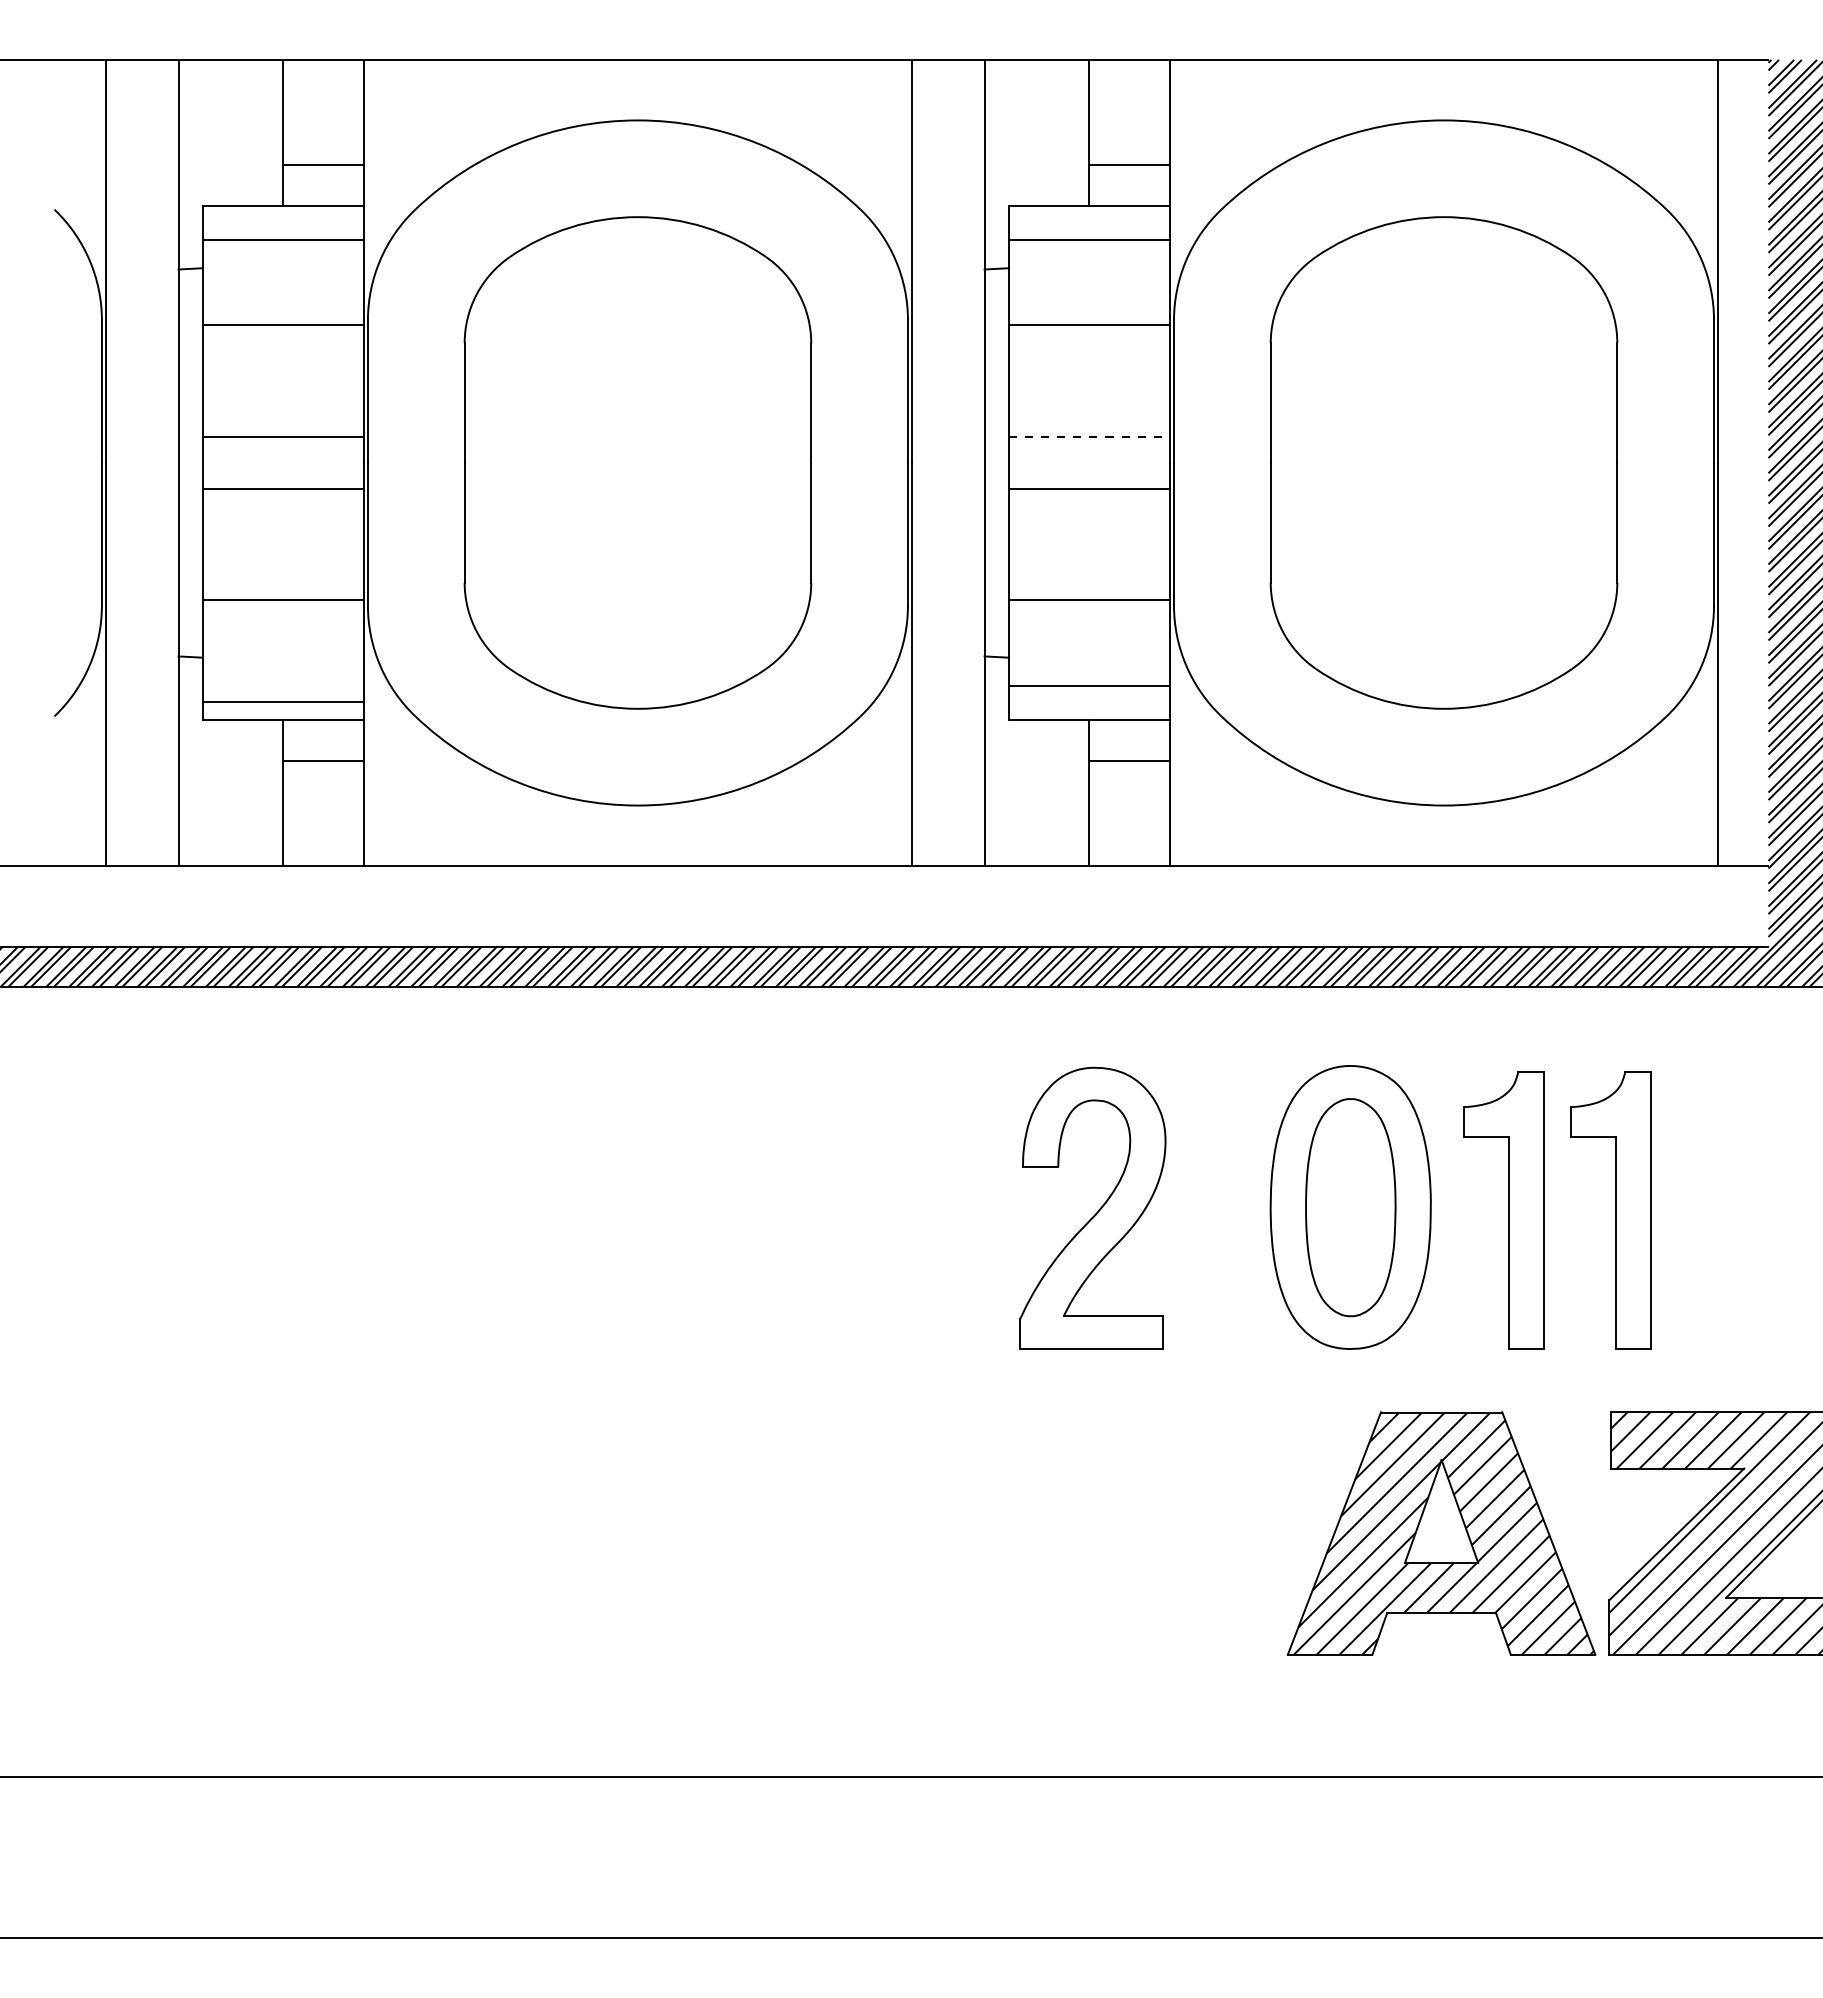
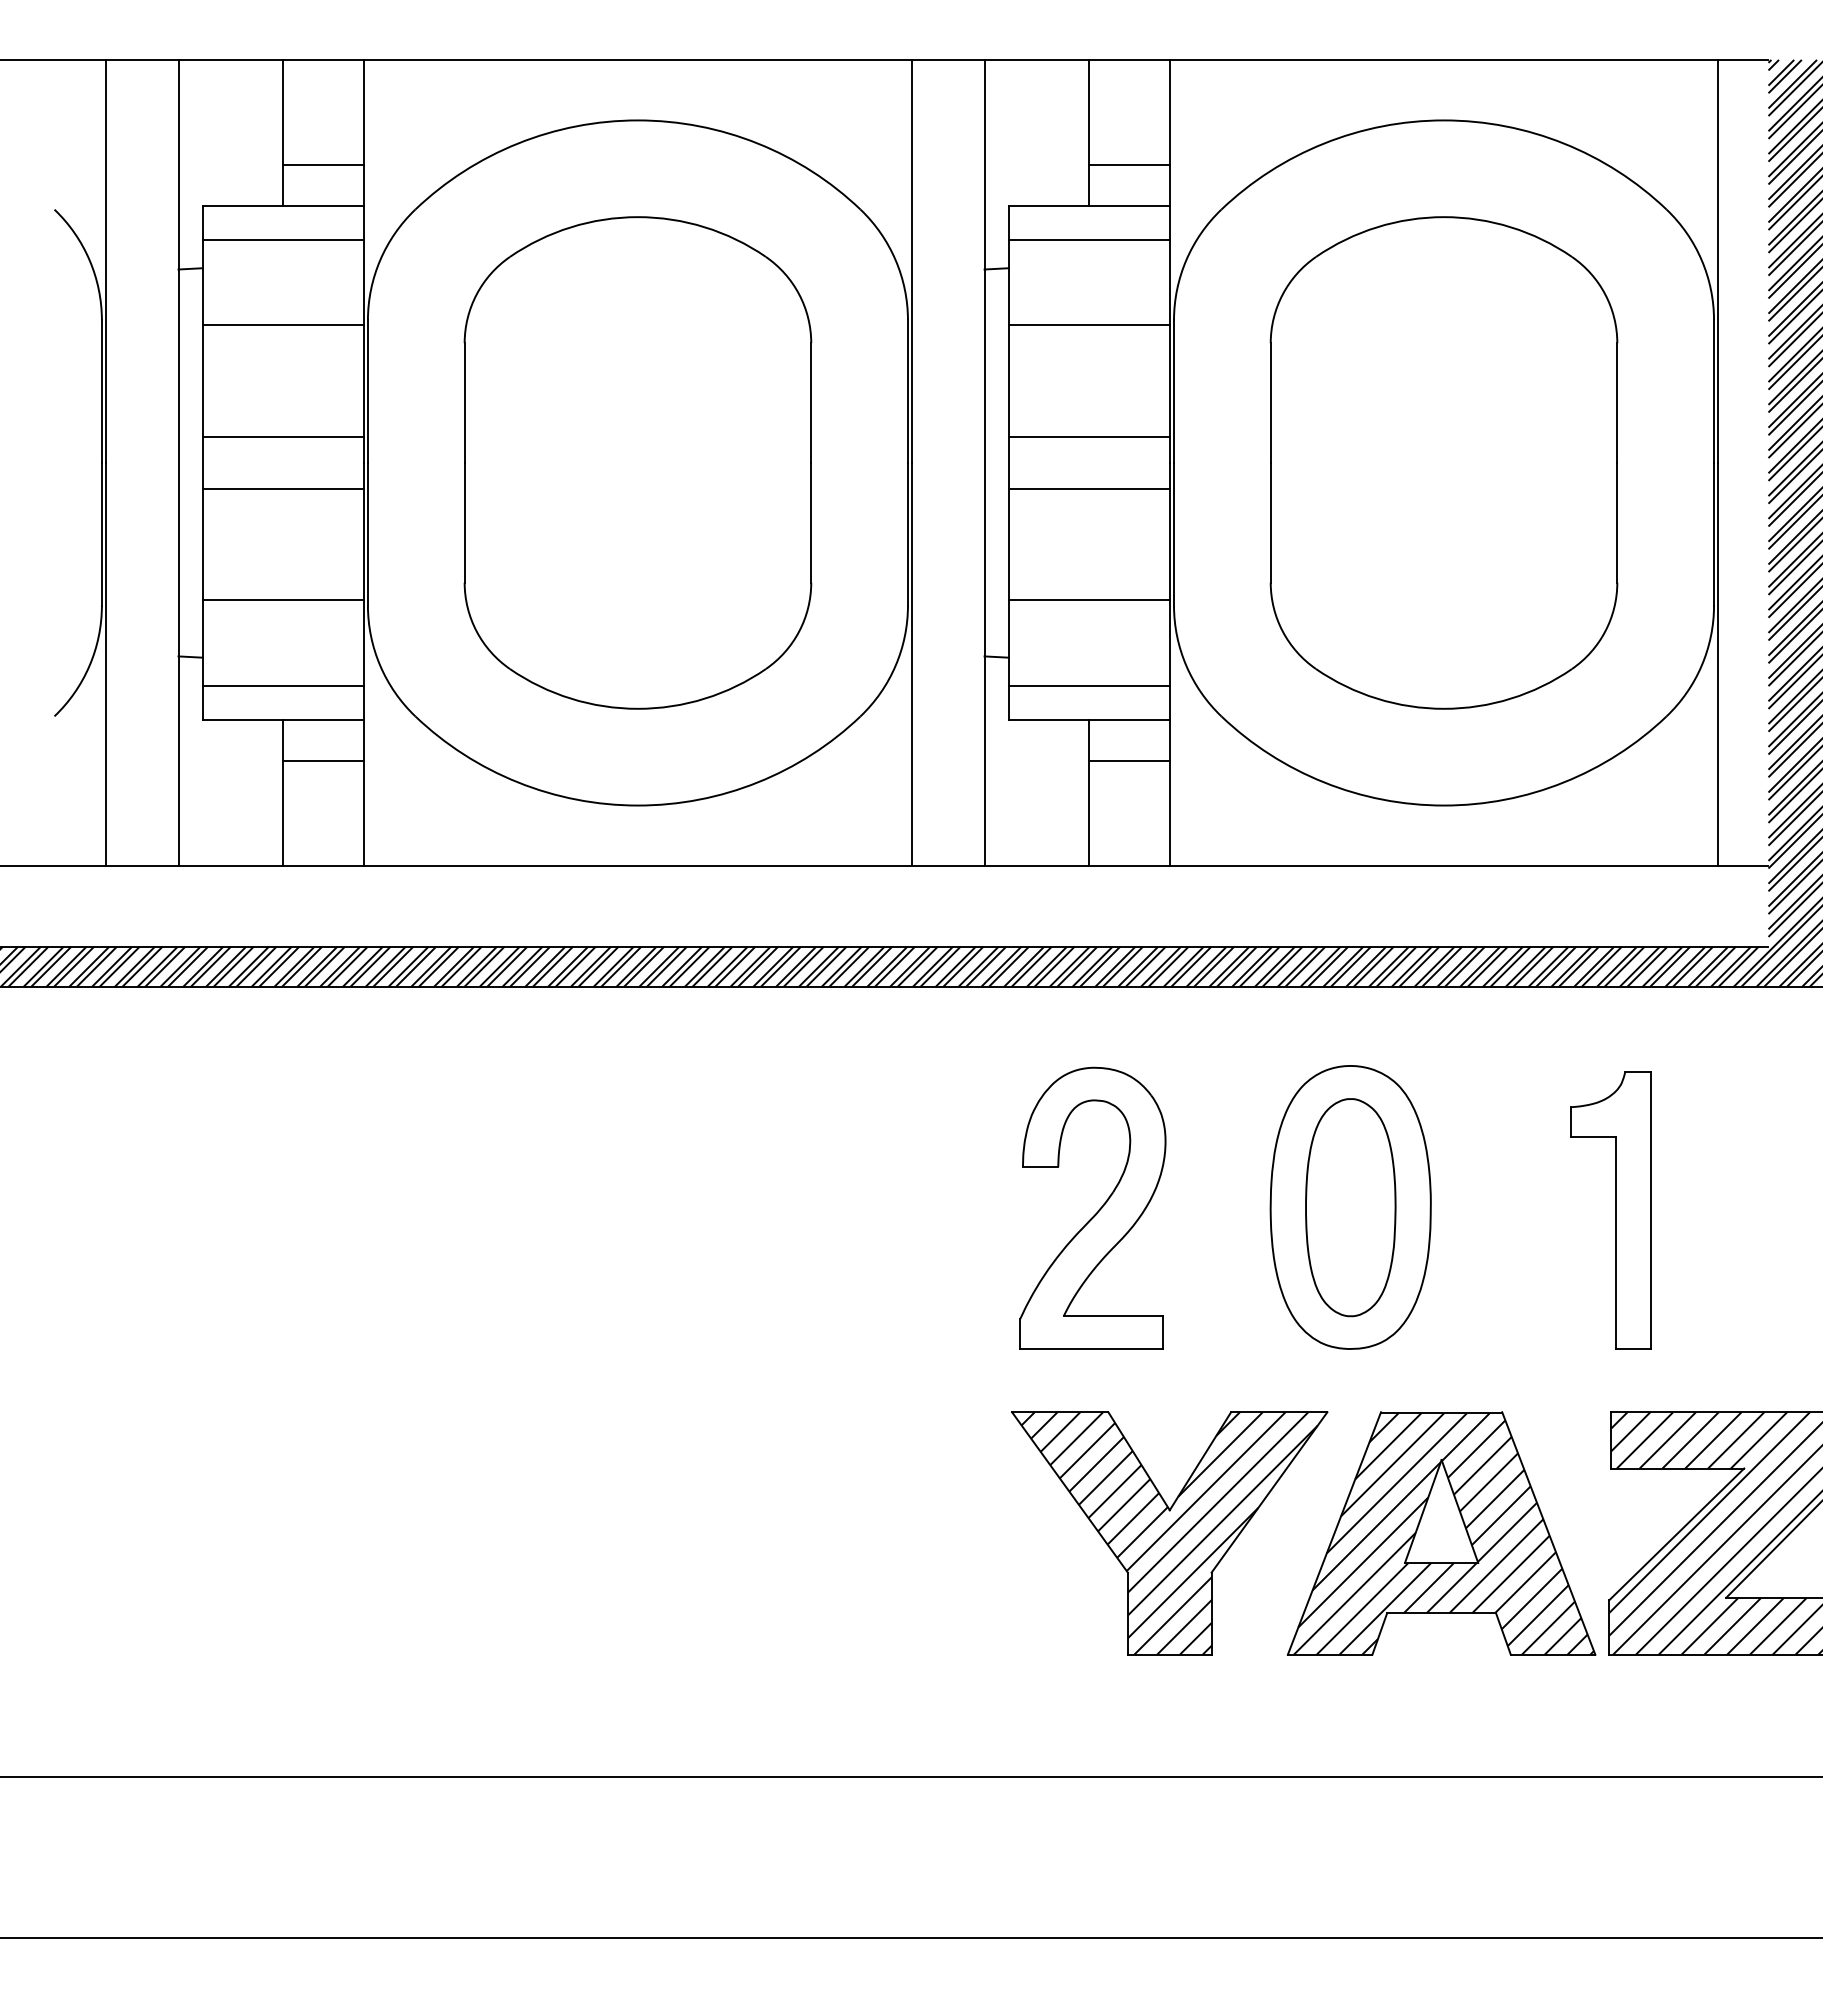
line at (1089, 437): dashed -> solid
line at (282, 701) position: (282, 701) -> (282, 685)
part at (1503, 1210): present -> none
part at (1169, 1533): none -> present
